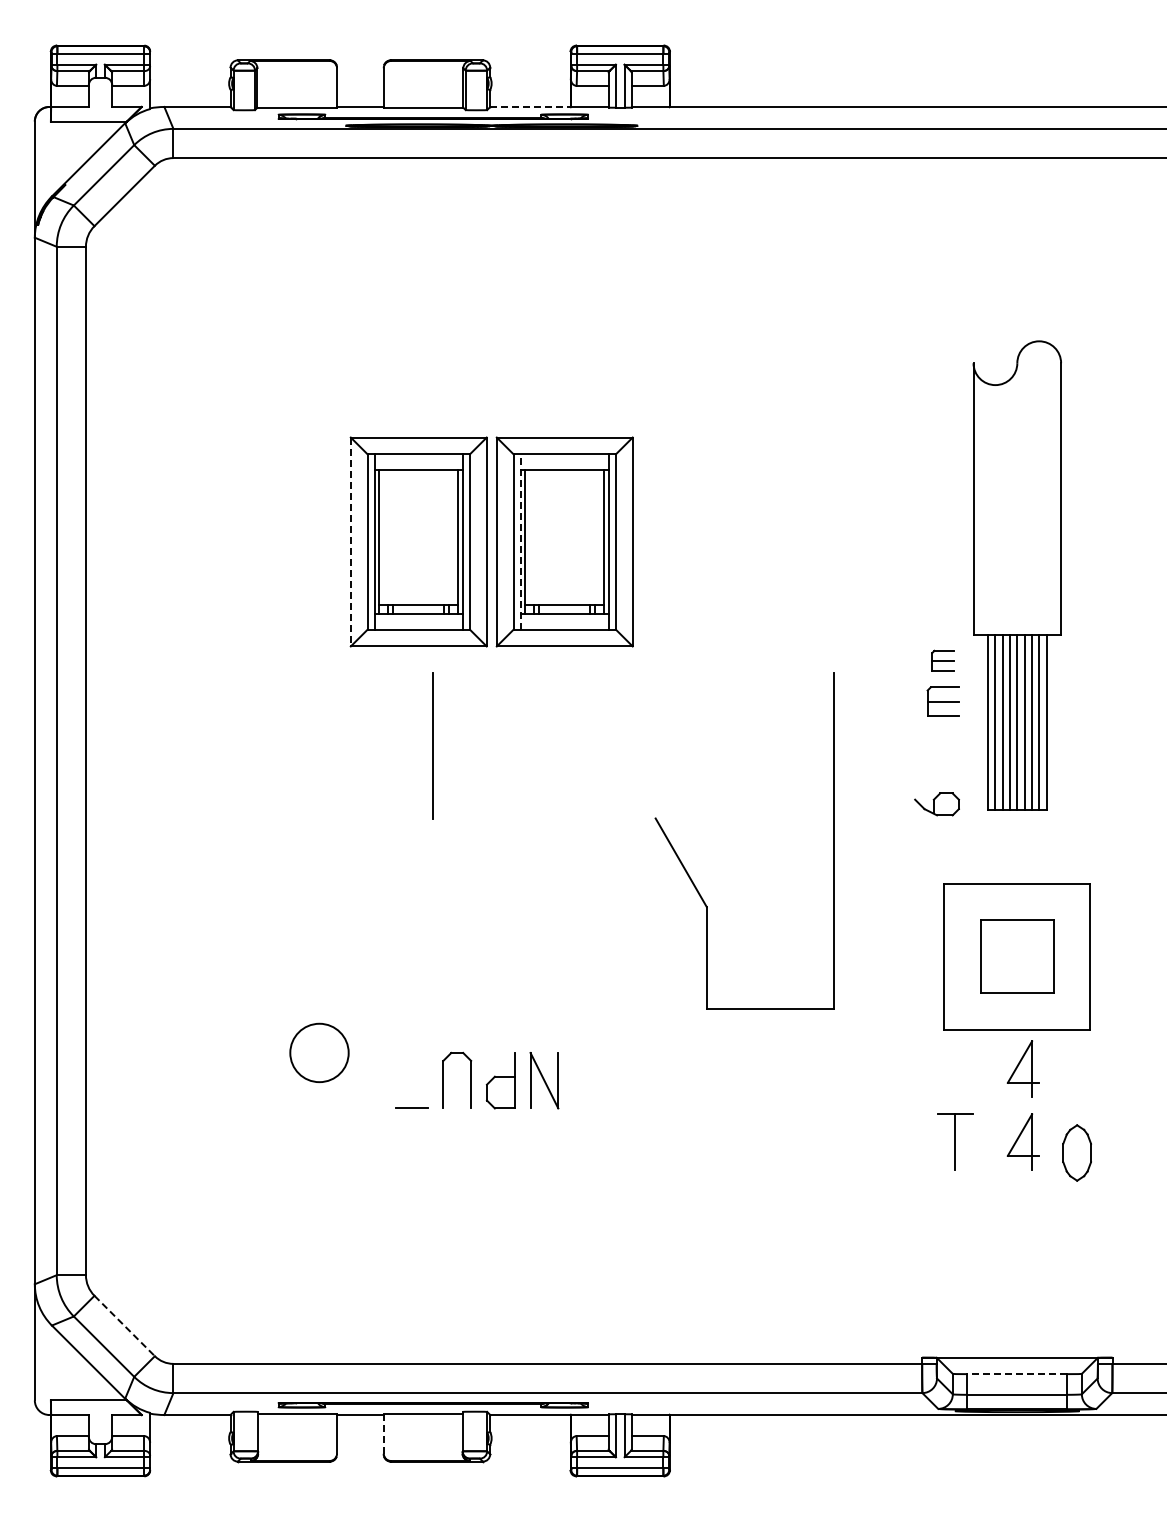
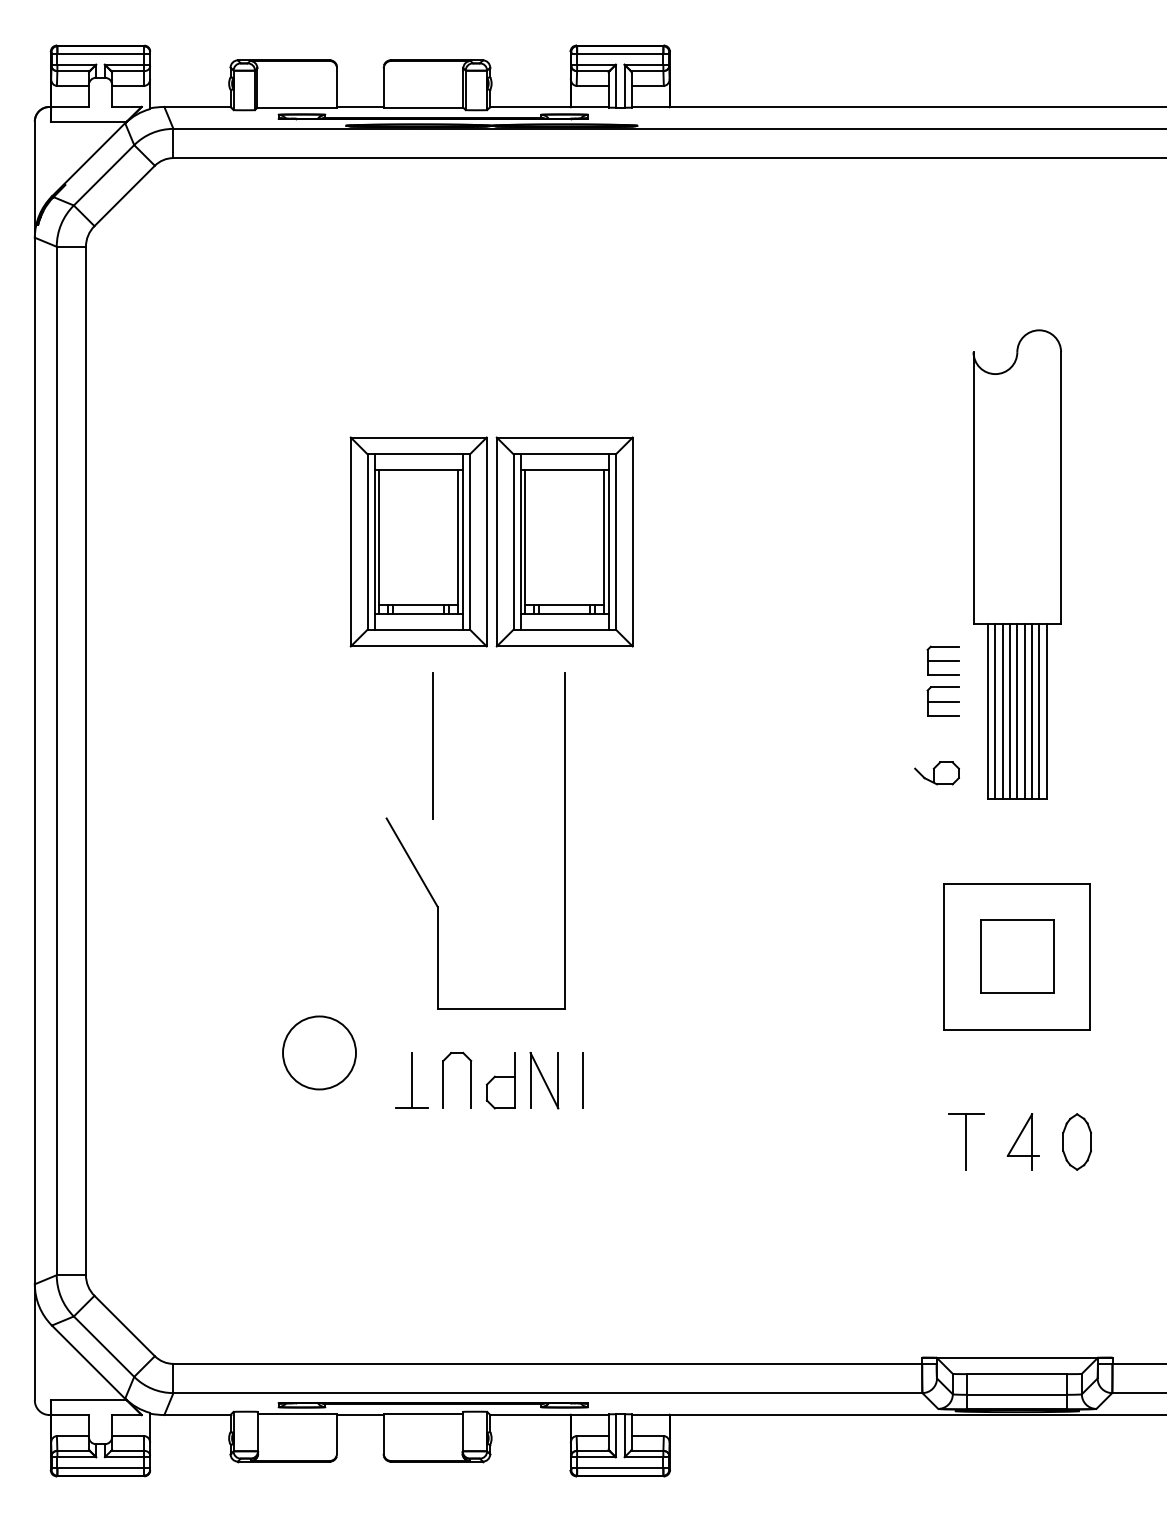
line at (530, 106): dashed -> solid
line at (350, 542): dashed -> solid
line at (520, 542): dashed -> solid
part at (1016, 575) position: (1016, 575) -> (1016, 564)
part at (942, 660) size: 24x23 px -> 34x31 px
part at (936, 804) position: (936, 804) -> (936, 773)
part at (689, 874) position: (689, 874) -> (420, 874)
circle at (319, 1052) diameter: 58 px -> 73 px
part at (1022, 1068): present -> none
line at (411, 1080): none -> present
line at (583, 1080): none -> present
part at (955, 1141) position: (955, 1141) -> (966, 1141)
part at (1076, 1152) position: (1076, 1152) -> (1076, 1141)
line at (124, 1326): dashed -> solid
line at (1017, 1374): dashed -> solid
line at (383, 1433): dashed -> solid
